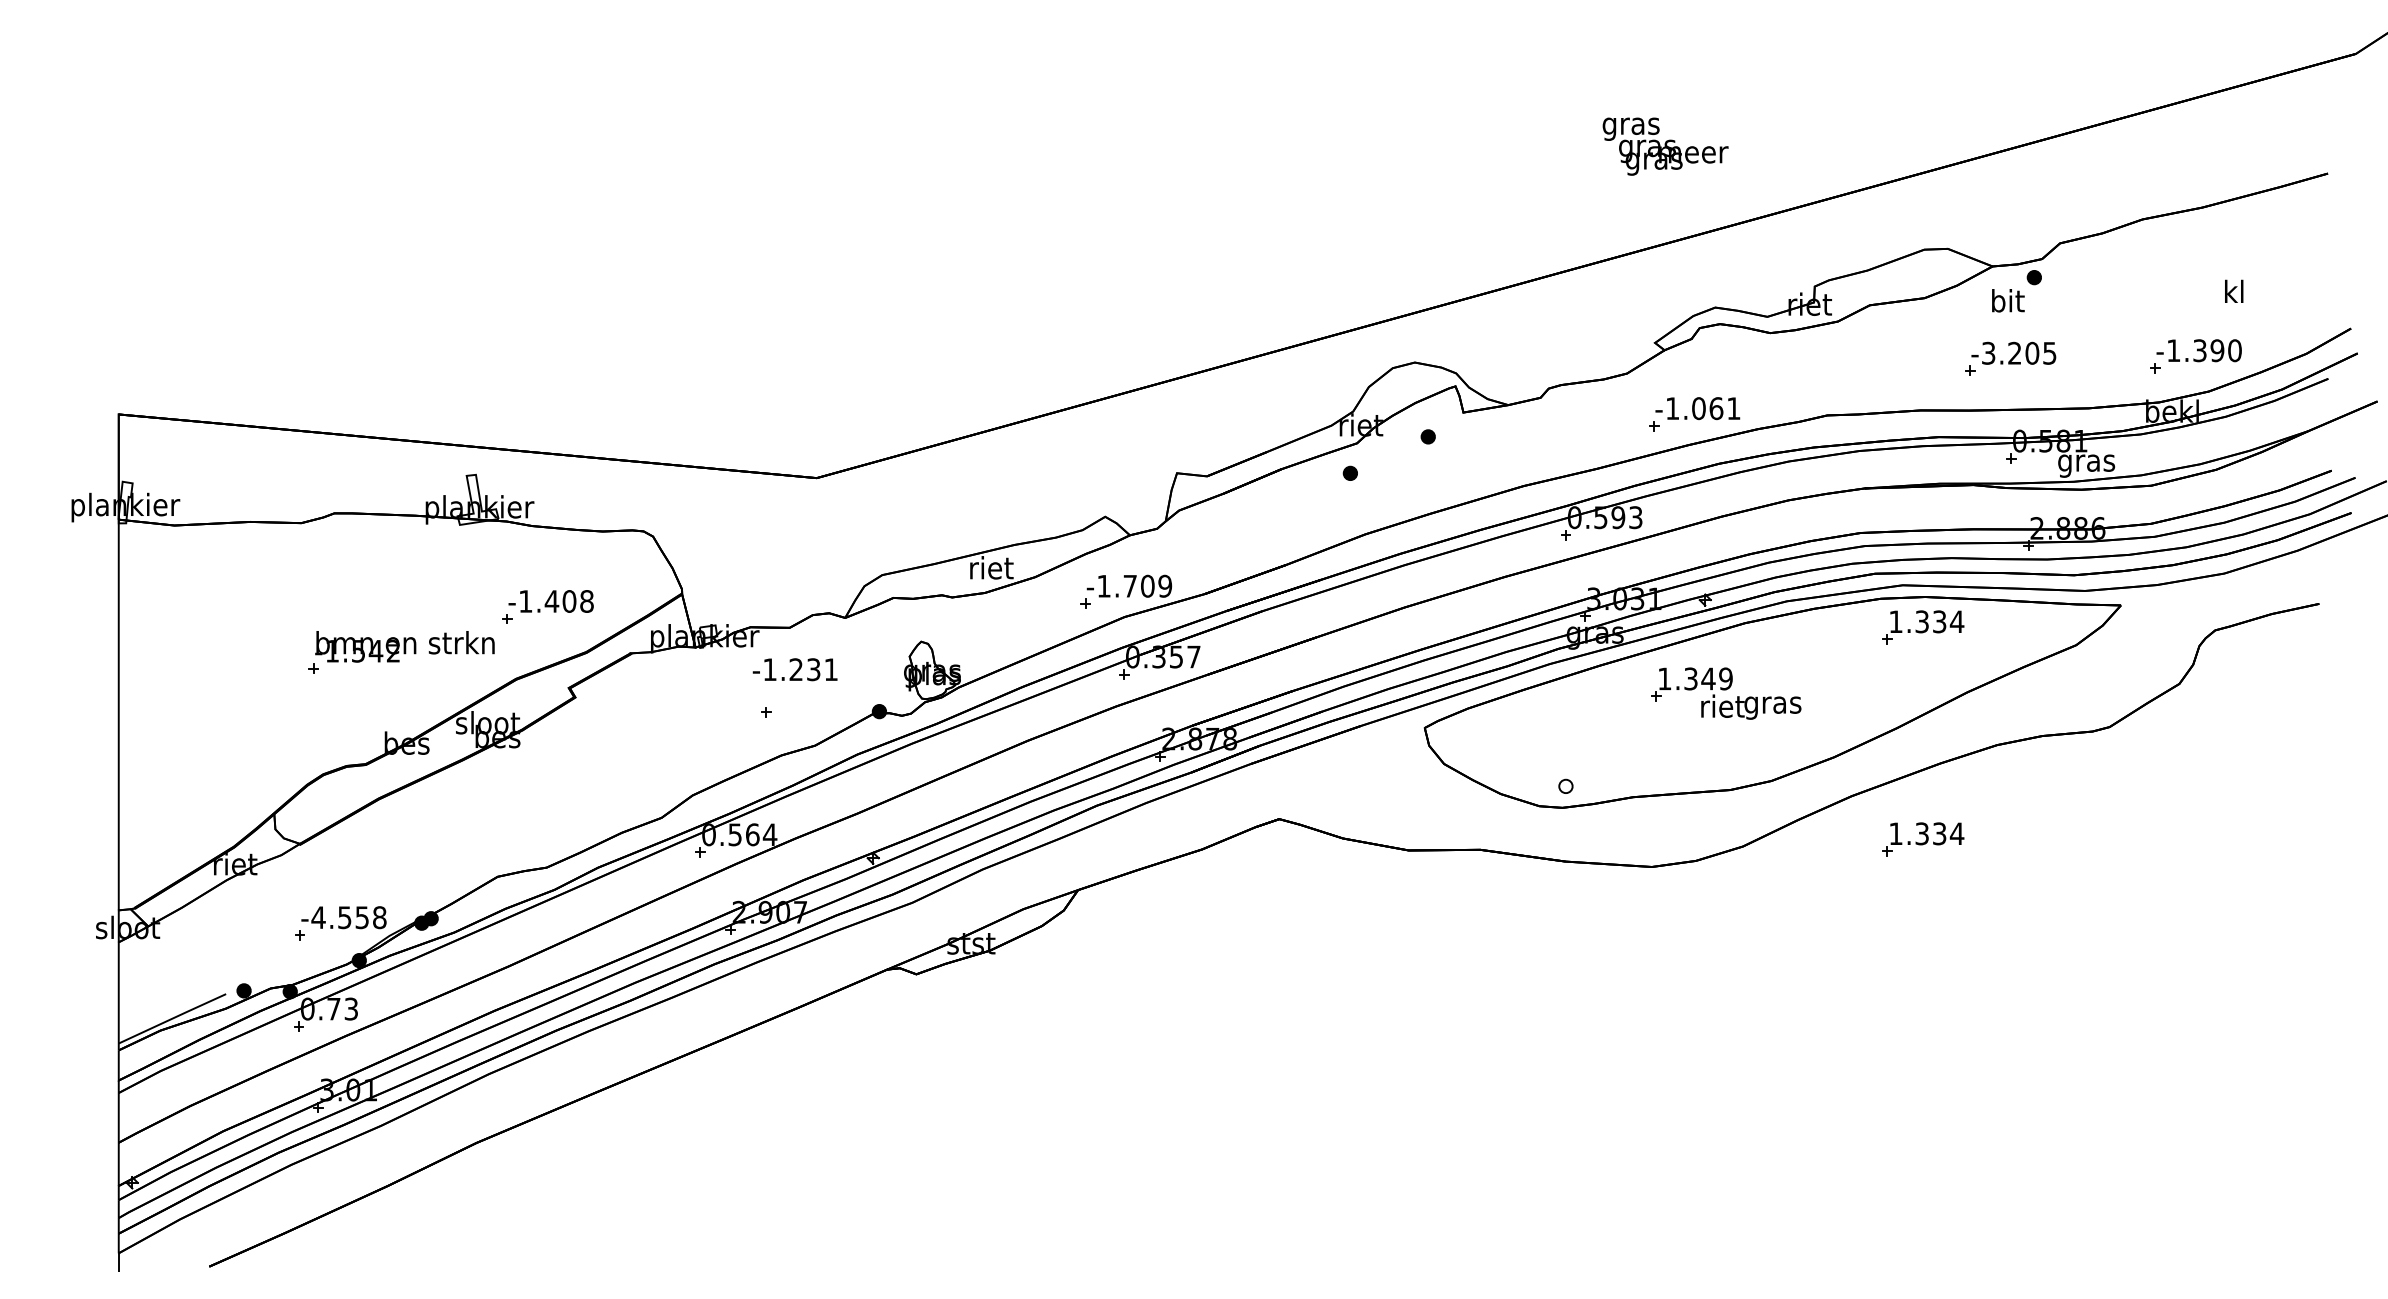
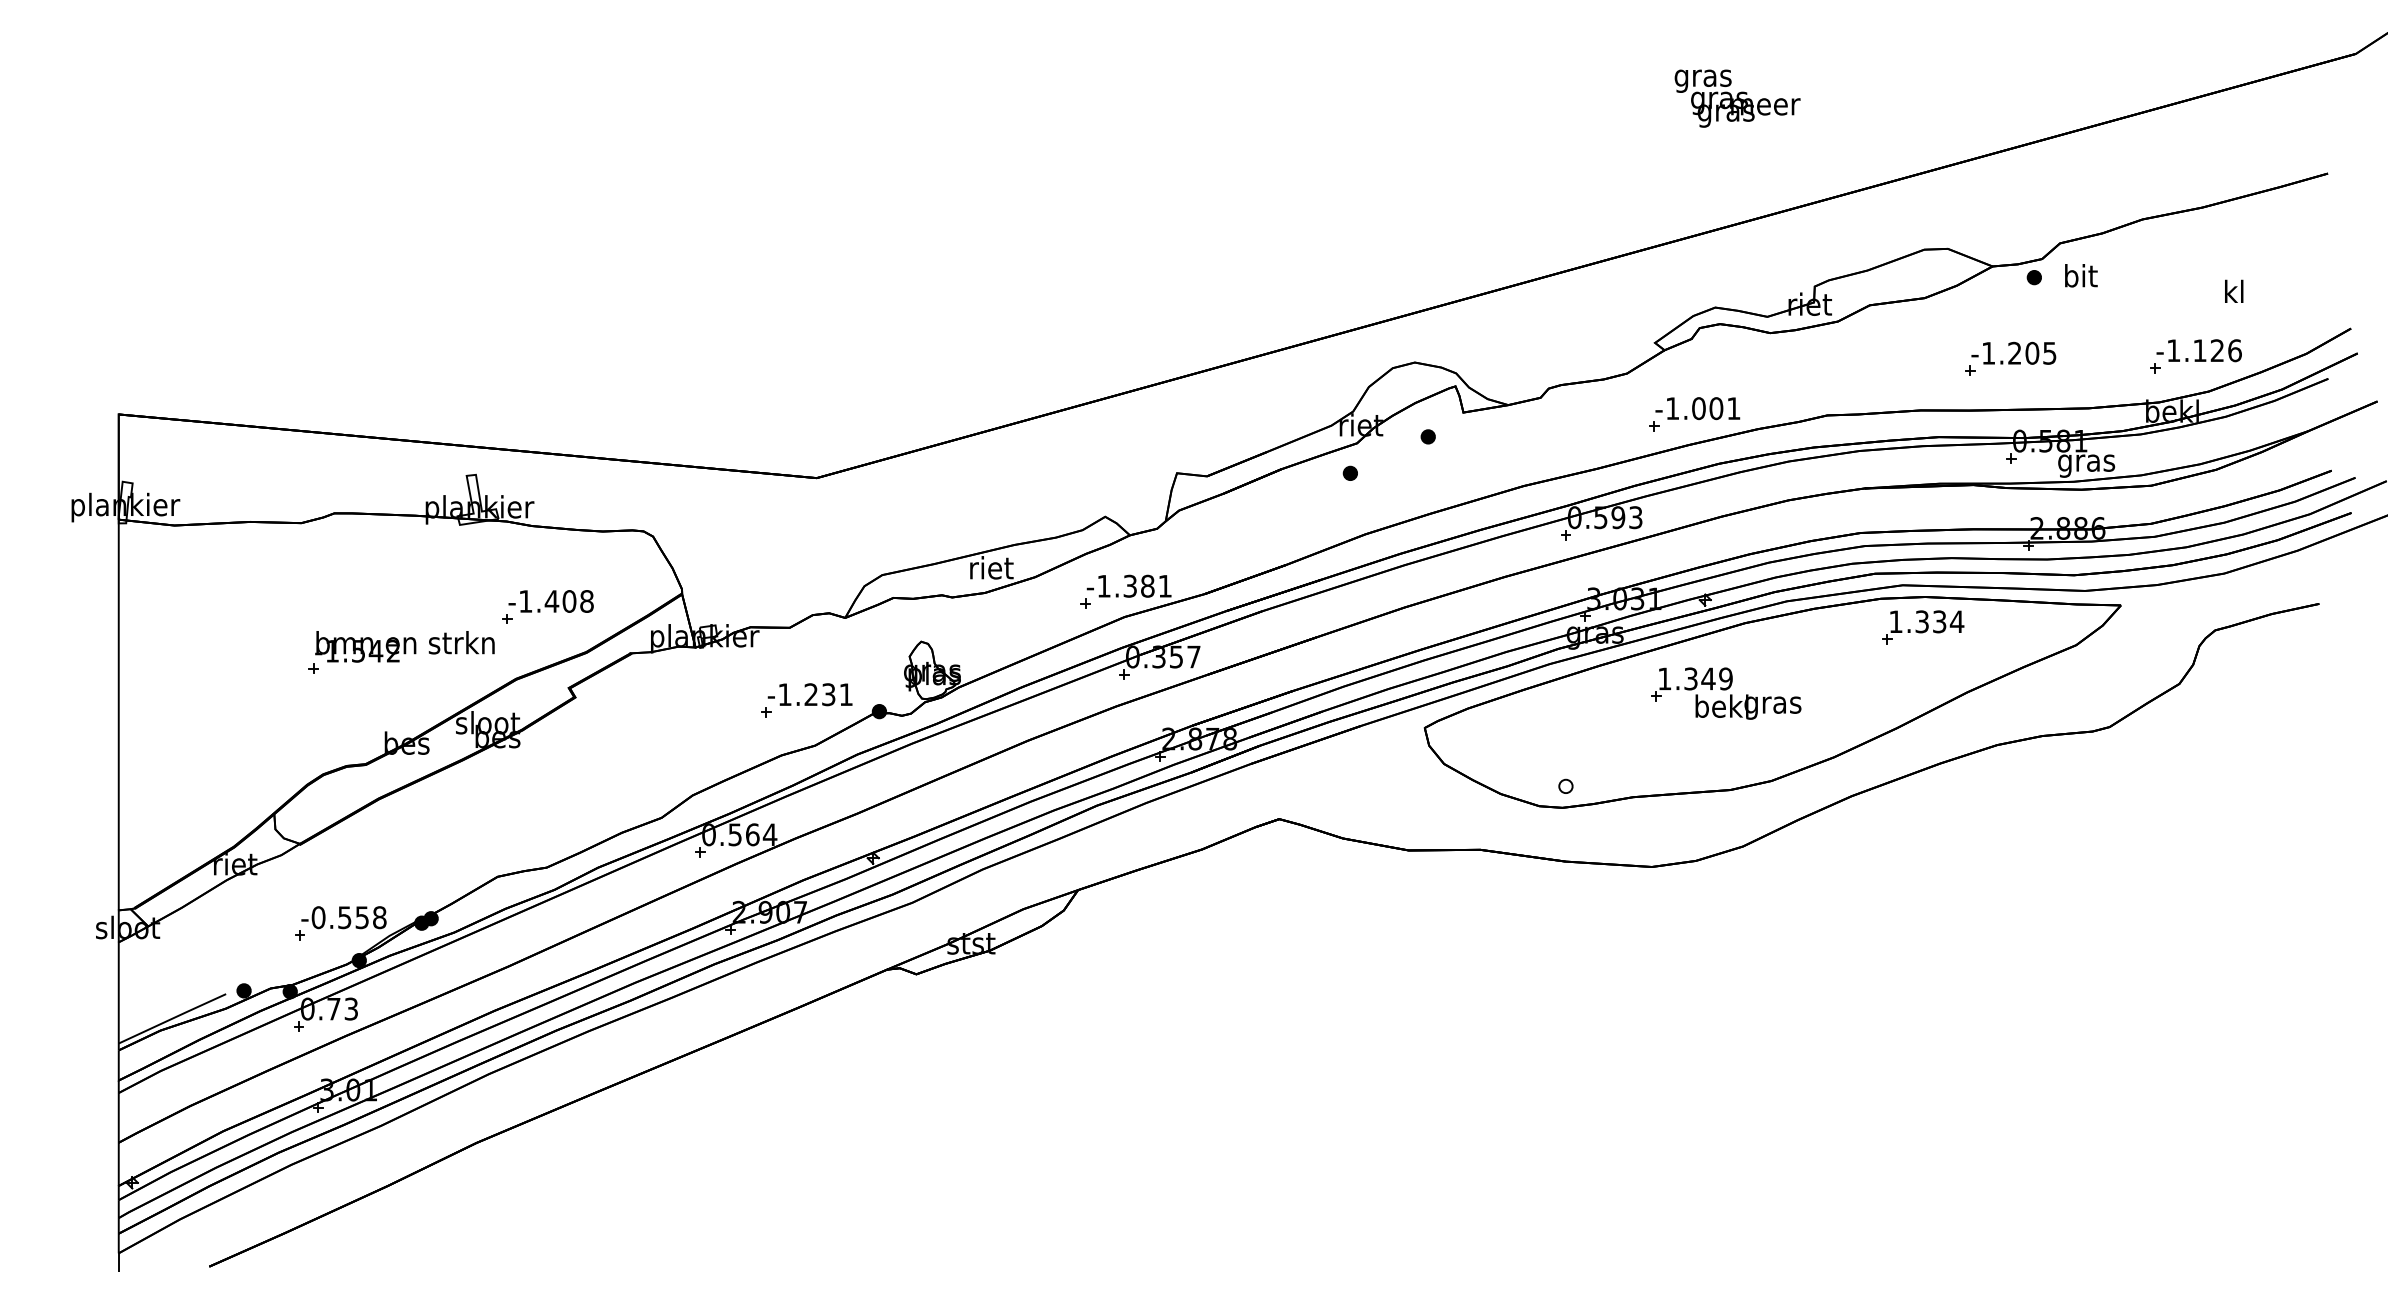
text at (1665, 146) position: (1665, 146) -> (1737, 98)
text at (2008, 300) position: (2008, 300) -> (2081, 275)
text at (2217, 350): -1.390 -> -1.126
text at (1988, 352): -3.205 -> -1.205
text at (1716, 408): -1.061 -> -1.001
text at (1147, 585): -1.709 -> -1.381
text at (794, 669) position: (794, 669) -> (809, 694)
text at (1721, 705): riet -> bekl
part at (1923, 839): present -> none
text at (318, 917): -4.558 -> -0.558
